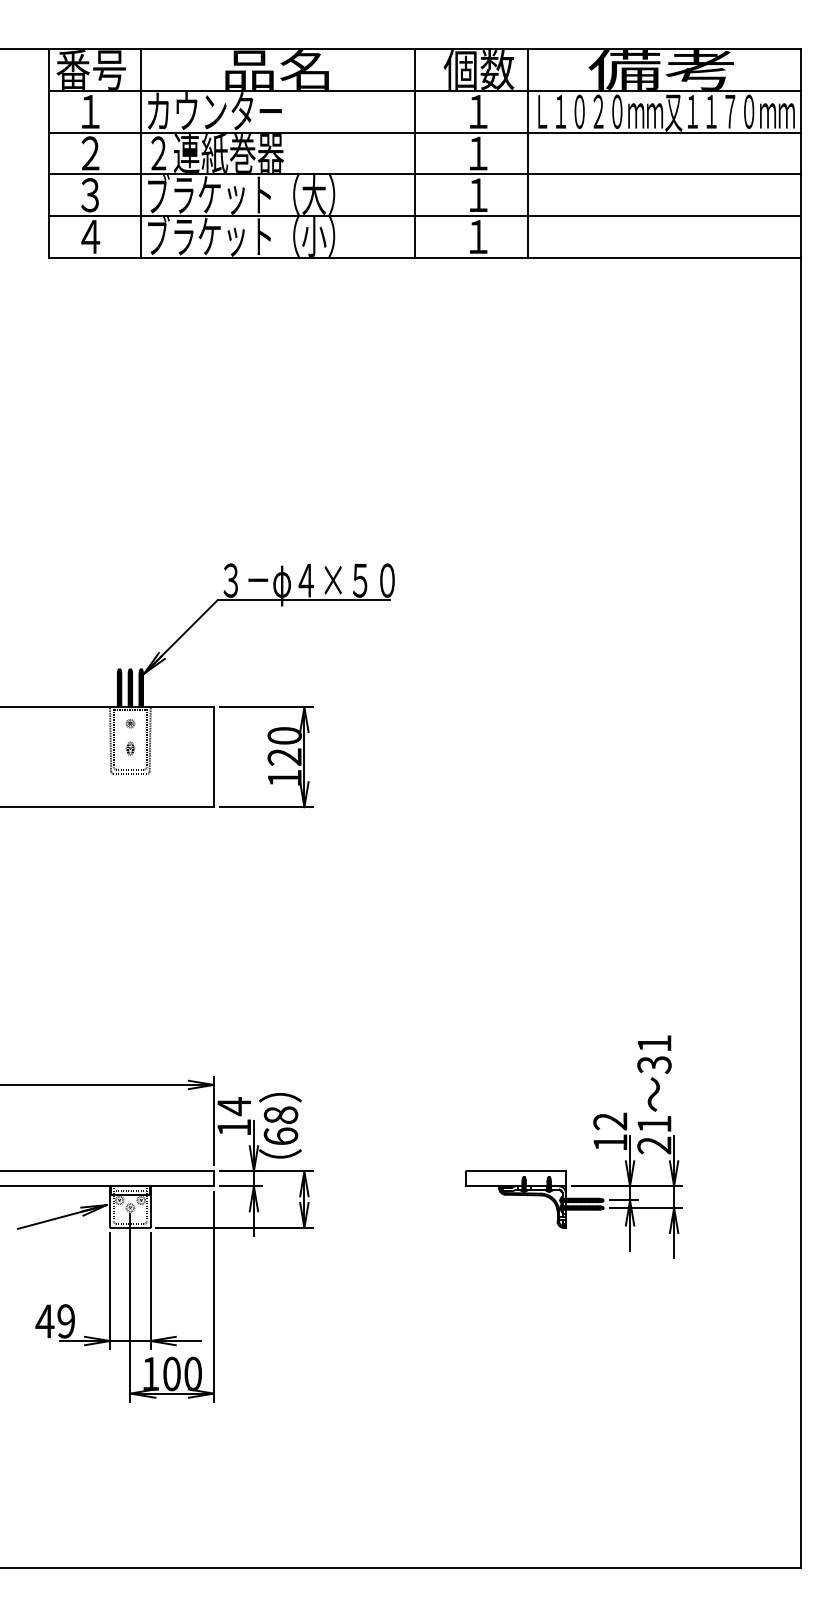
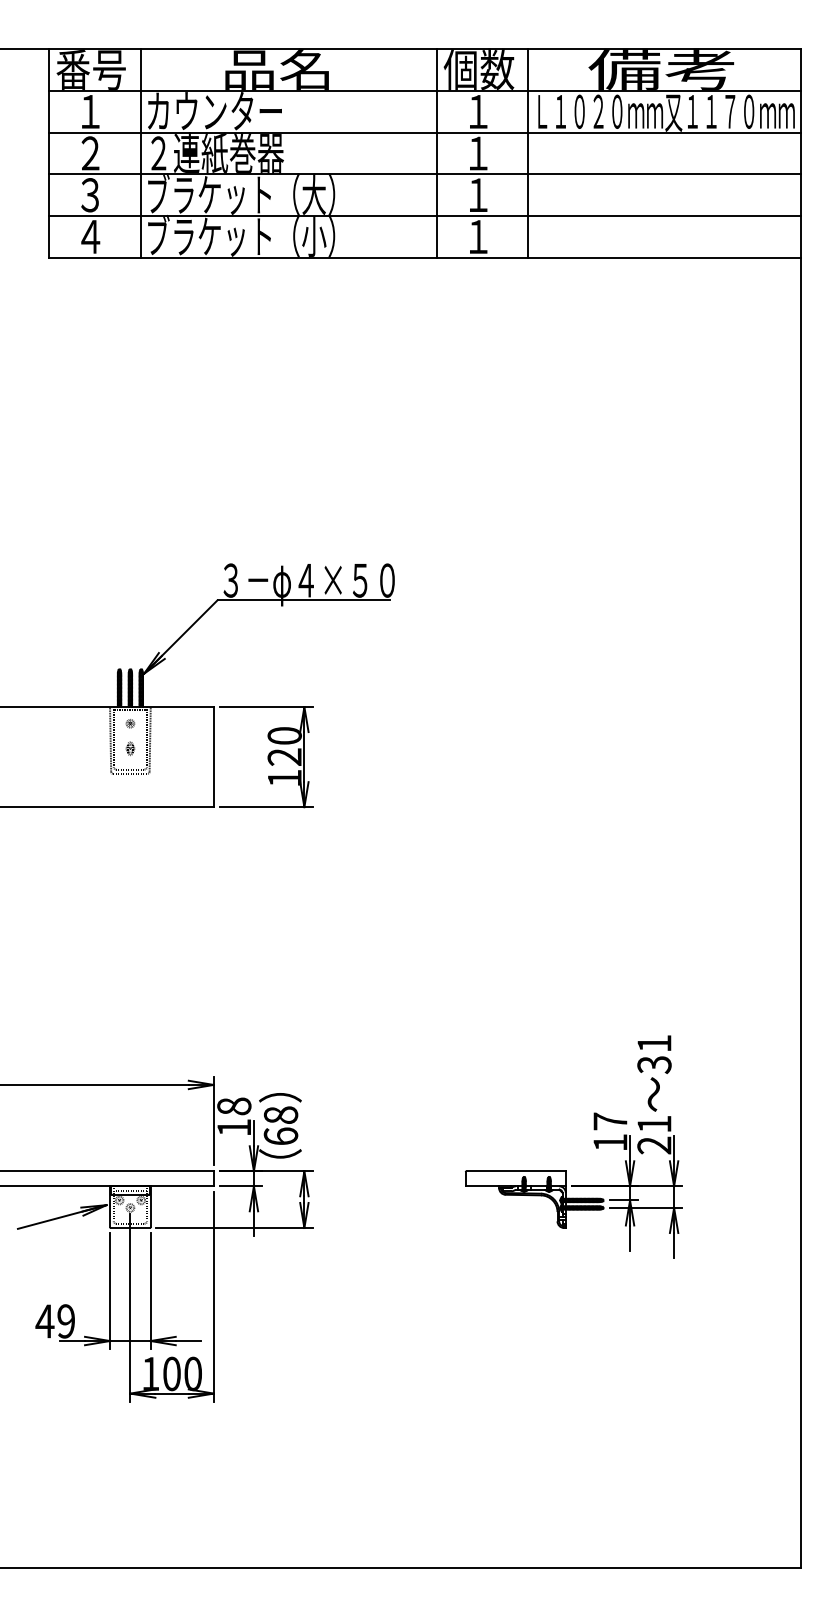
line at (414, 153) position: (414, 153) -> (436, 153)
text at (234, 1106): 14 -> 18
text at (610, 1121): 12 -> 17
